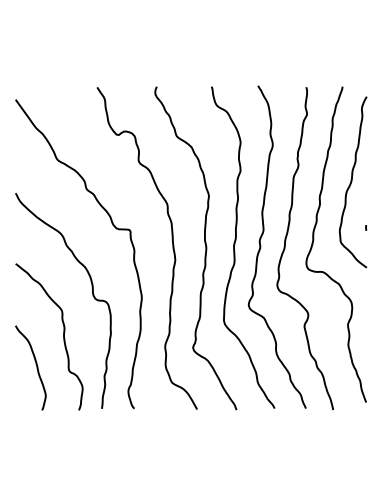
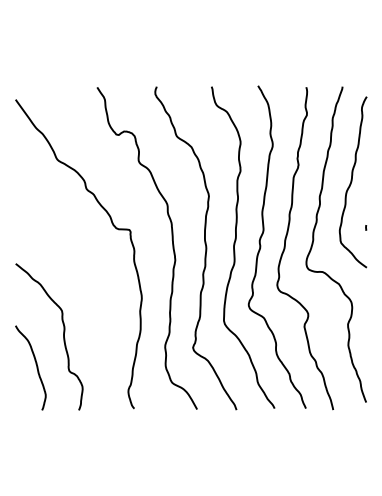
curve at (92, 295): present -> none
